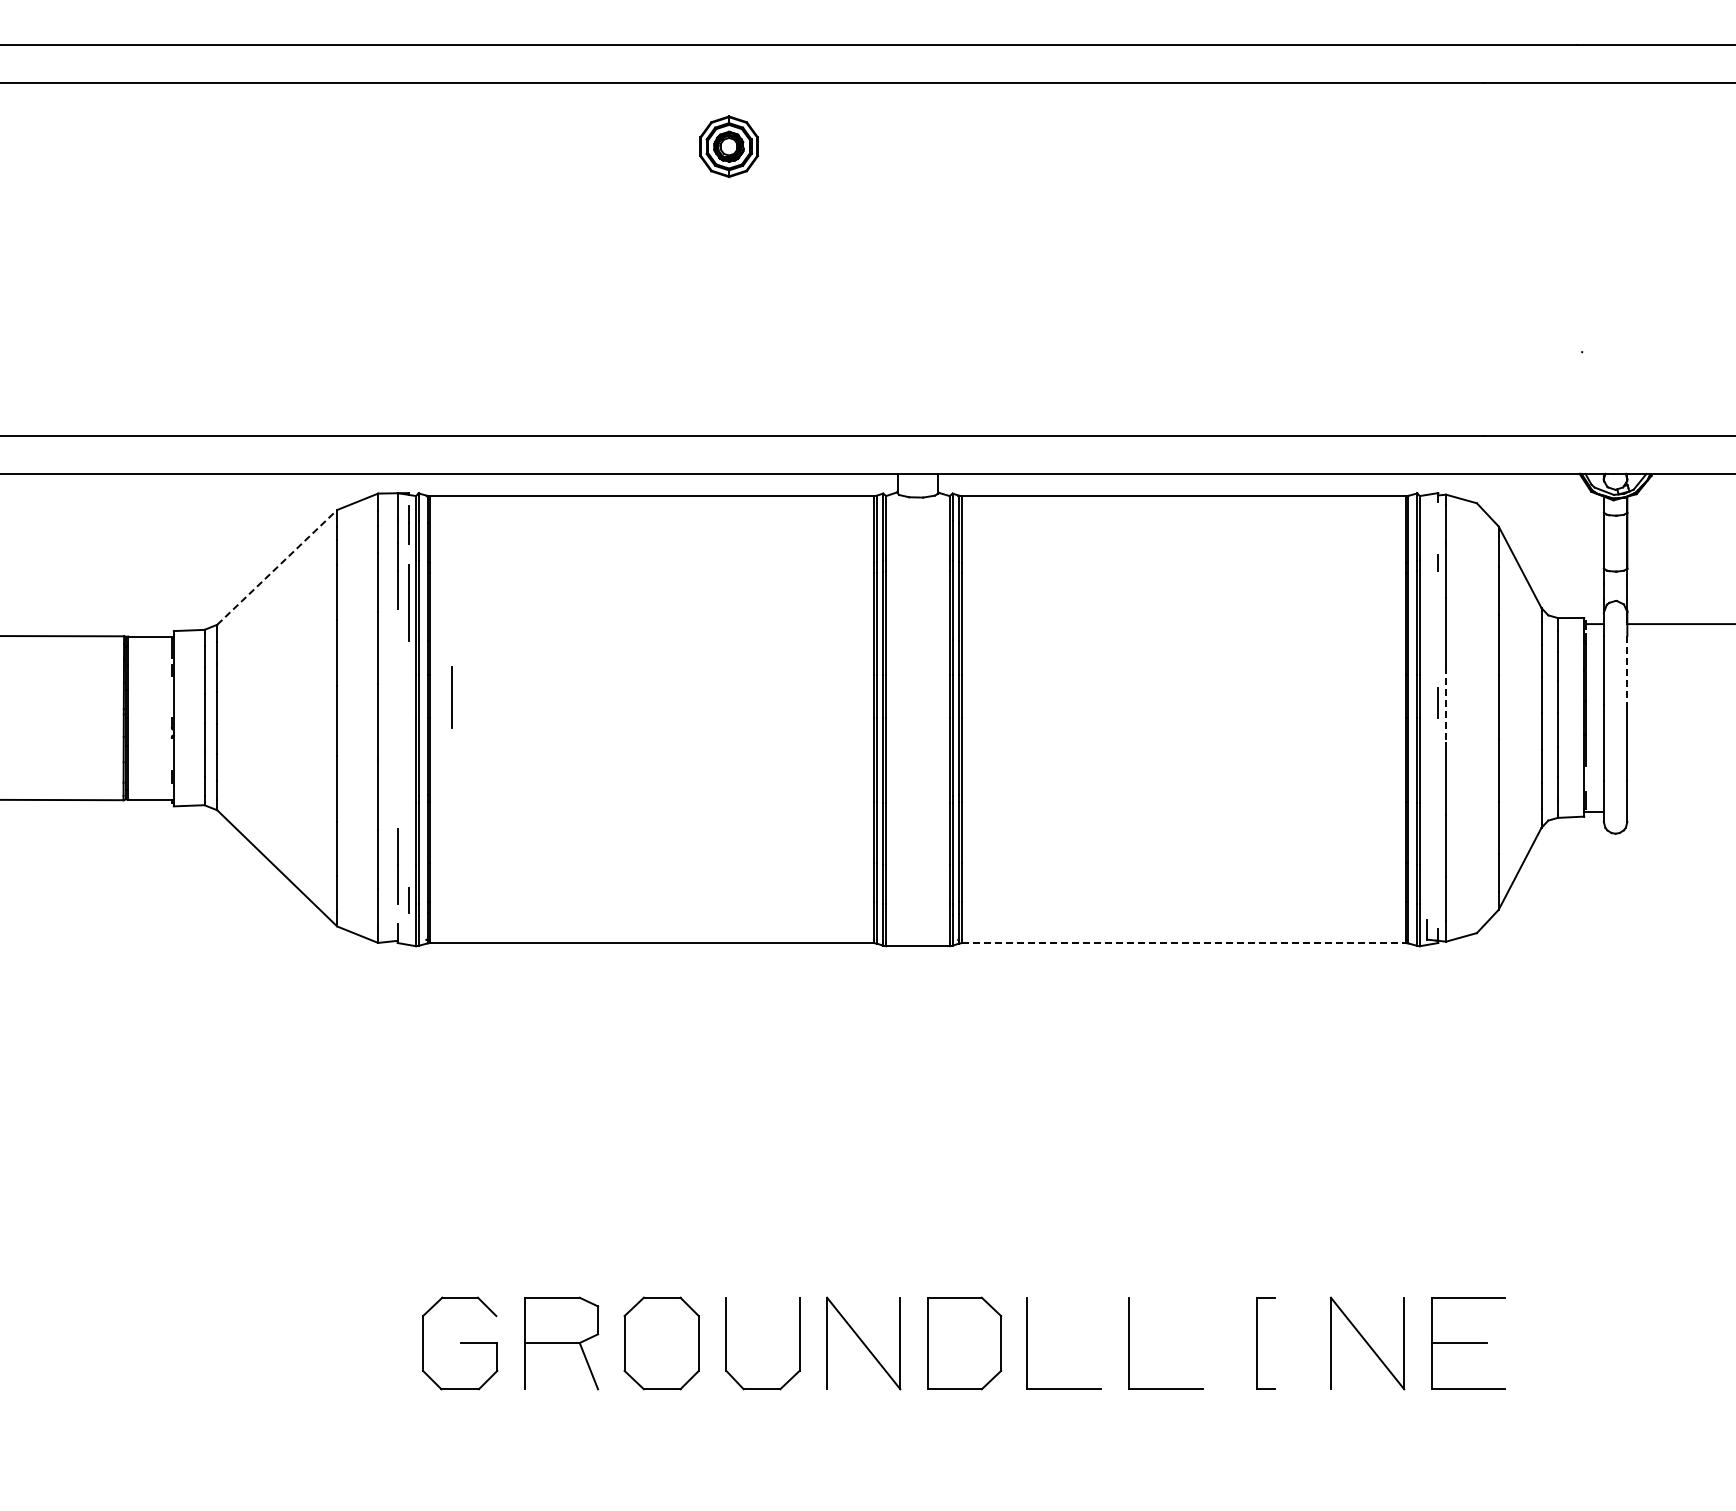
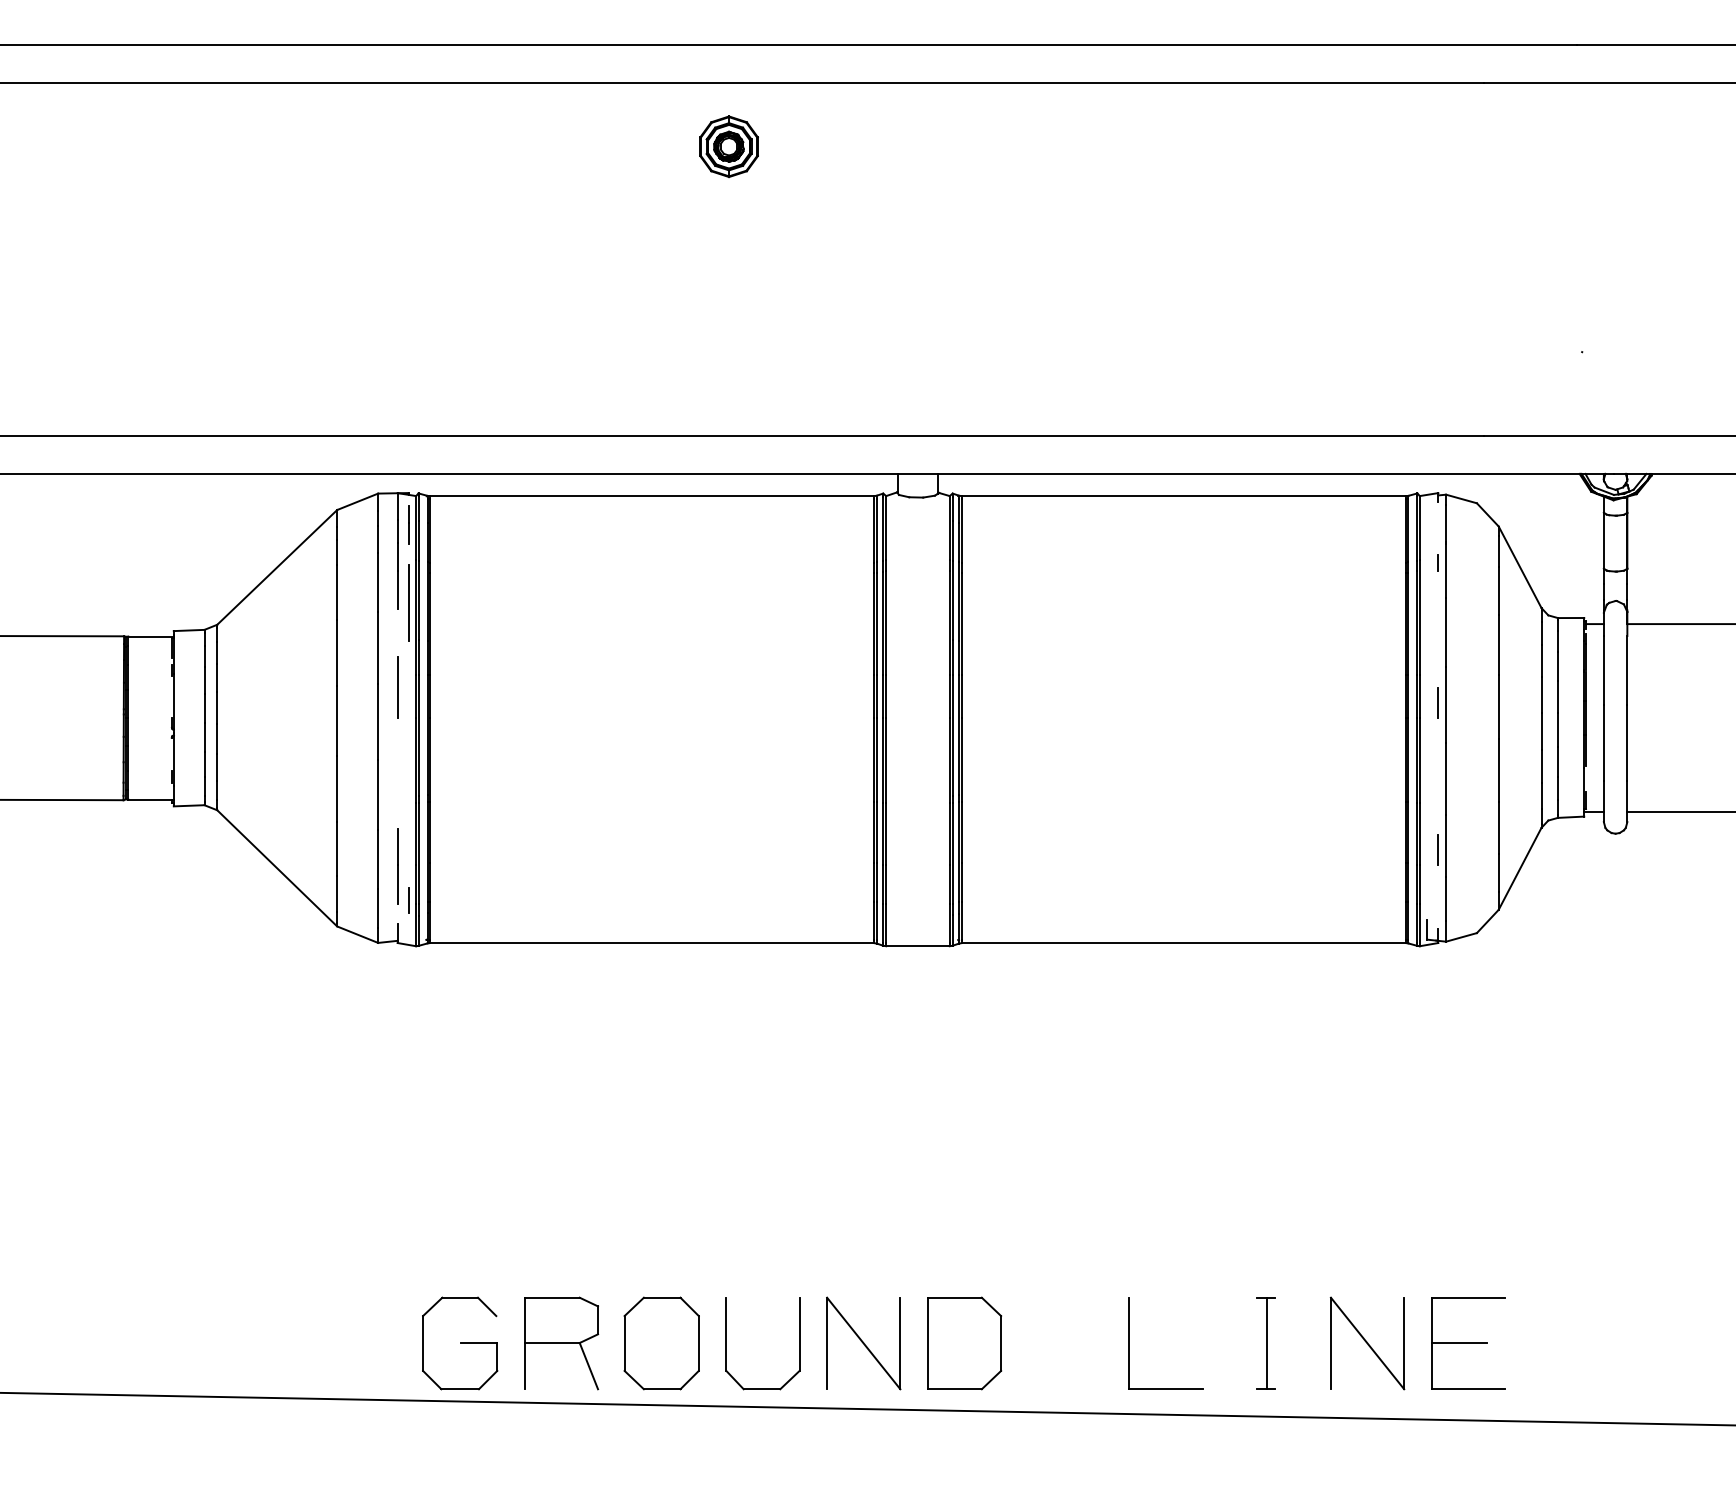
line at (277, 567): dashed -> solid
line at (1627, 670): dashed -> solid
line at (451, 697) position: (451, 697) -> (397, 687)
line at (1446, 705): dashed -> solid
line at (1679, 812): none -> present
line at (1438, 849): none -> present
line at (1184, 943): dashed -> solid
part at (1027, 1343): present -> none
line at (1256, 1343) position: (1256, 1343) -> (1266, 1343)
line at (867, 1408): none -> present
